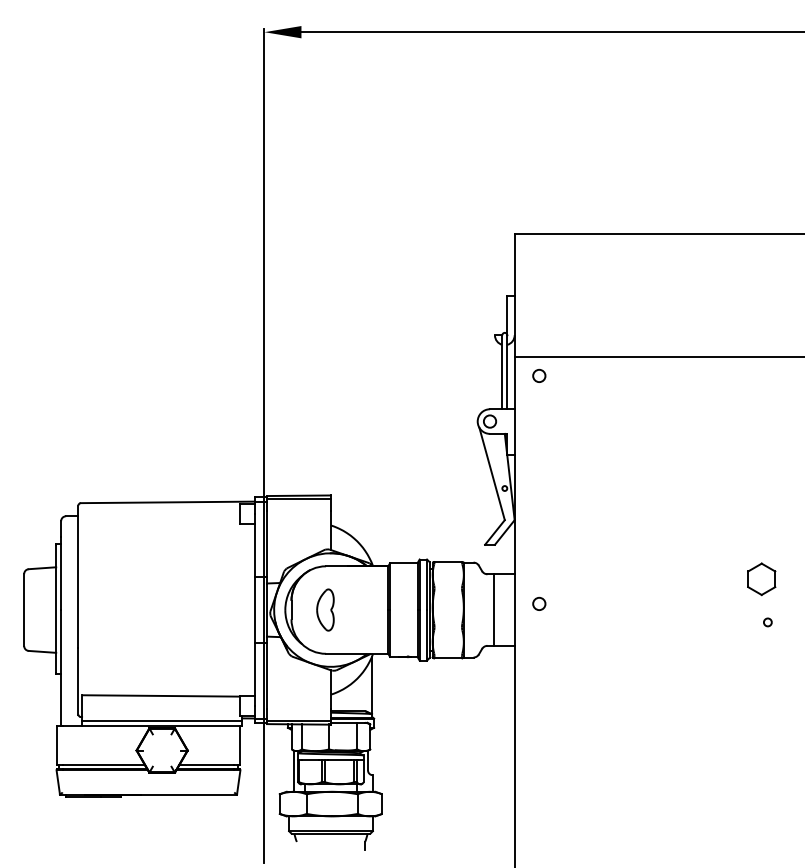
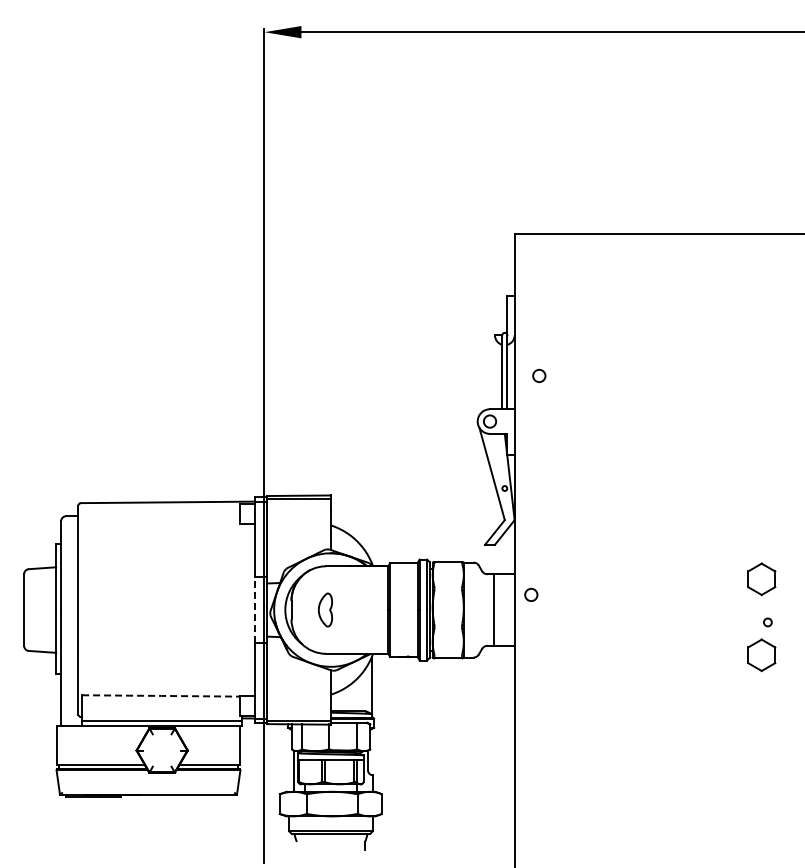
line at (657, 357): present -> none
circle at (539, 603) position: (539, 603) -> (531, 594)
line at (254, 609): solid -> dashed
part at (325, 609) size: 19x44 px -> 16x36 px
part at (761, 655): none -> present
line at (161, 695): solid -> dashed
